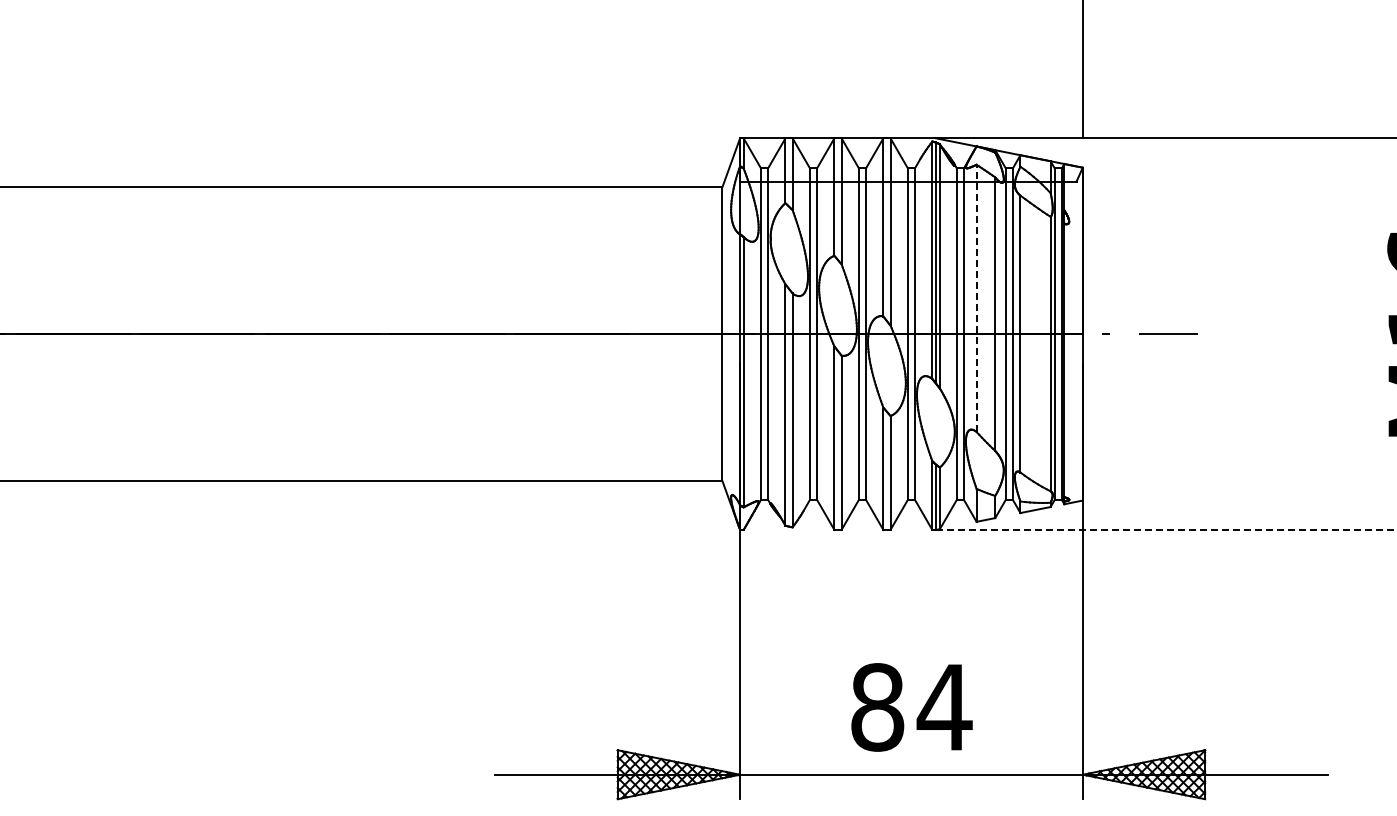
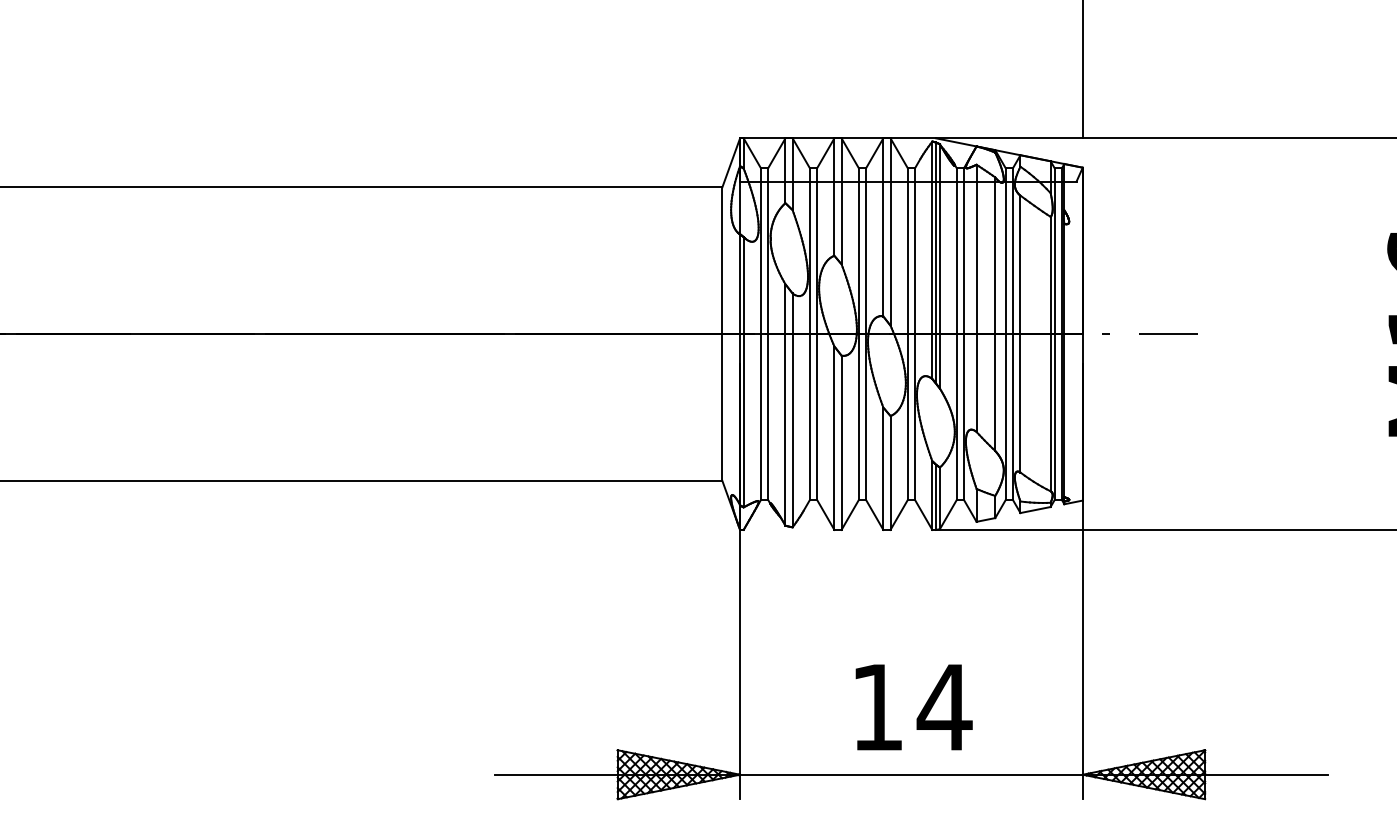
line at (976, 298): dashed -> solid
line at (1166, 529): dashed -> solid
text at (877, 707): 84 -> 14
